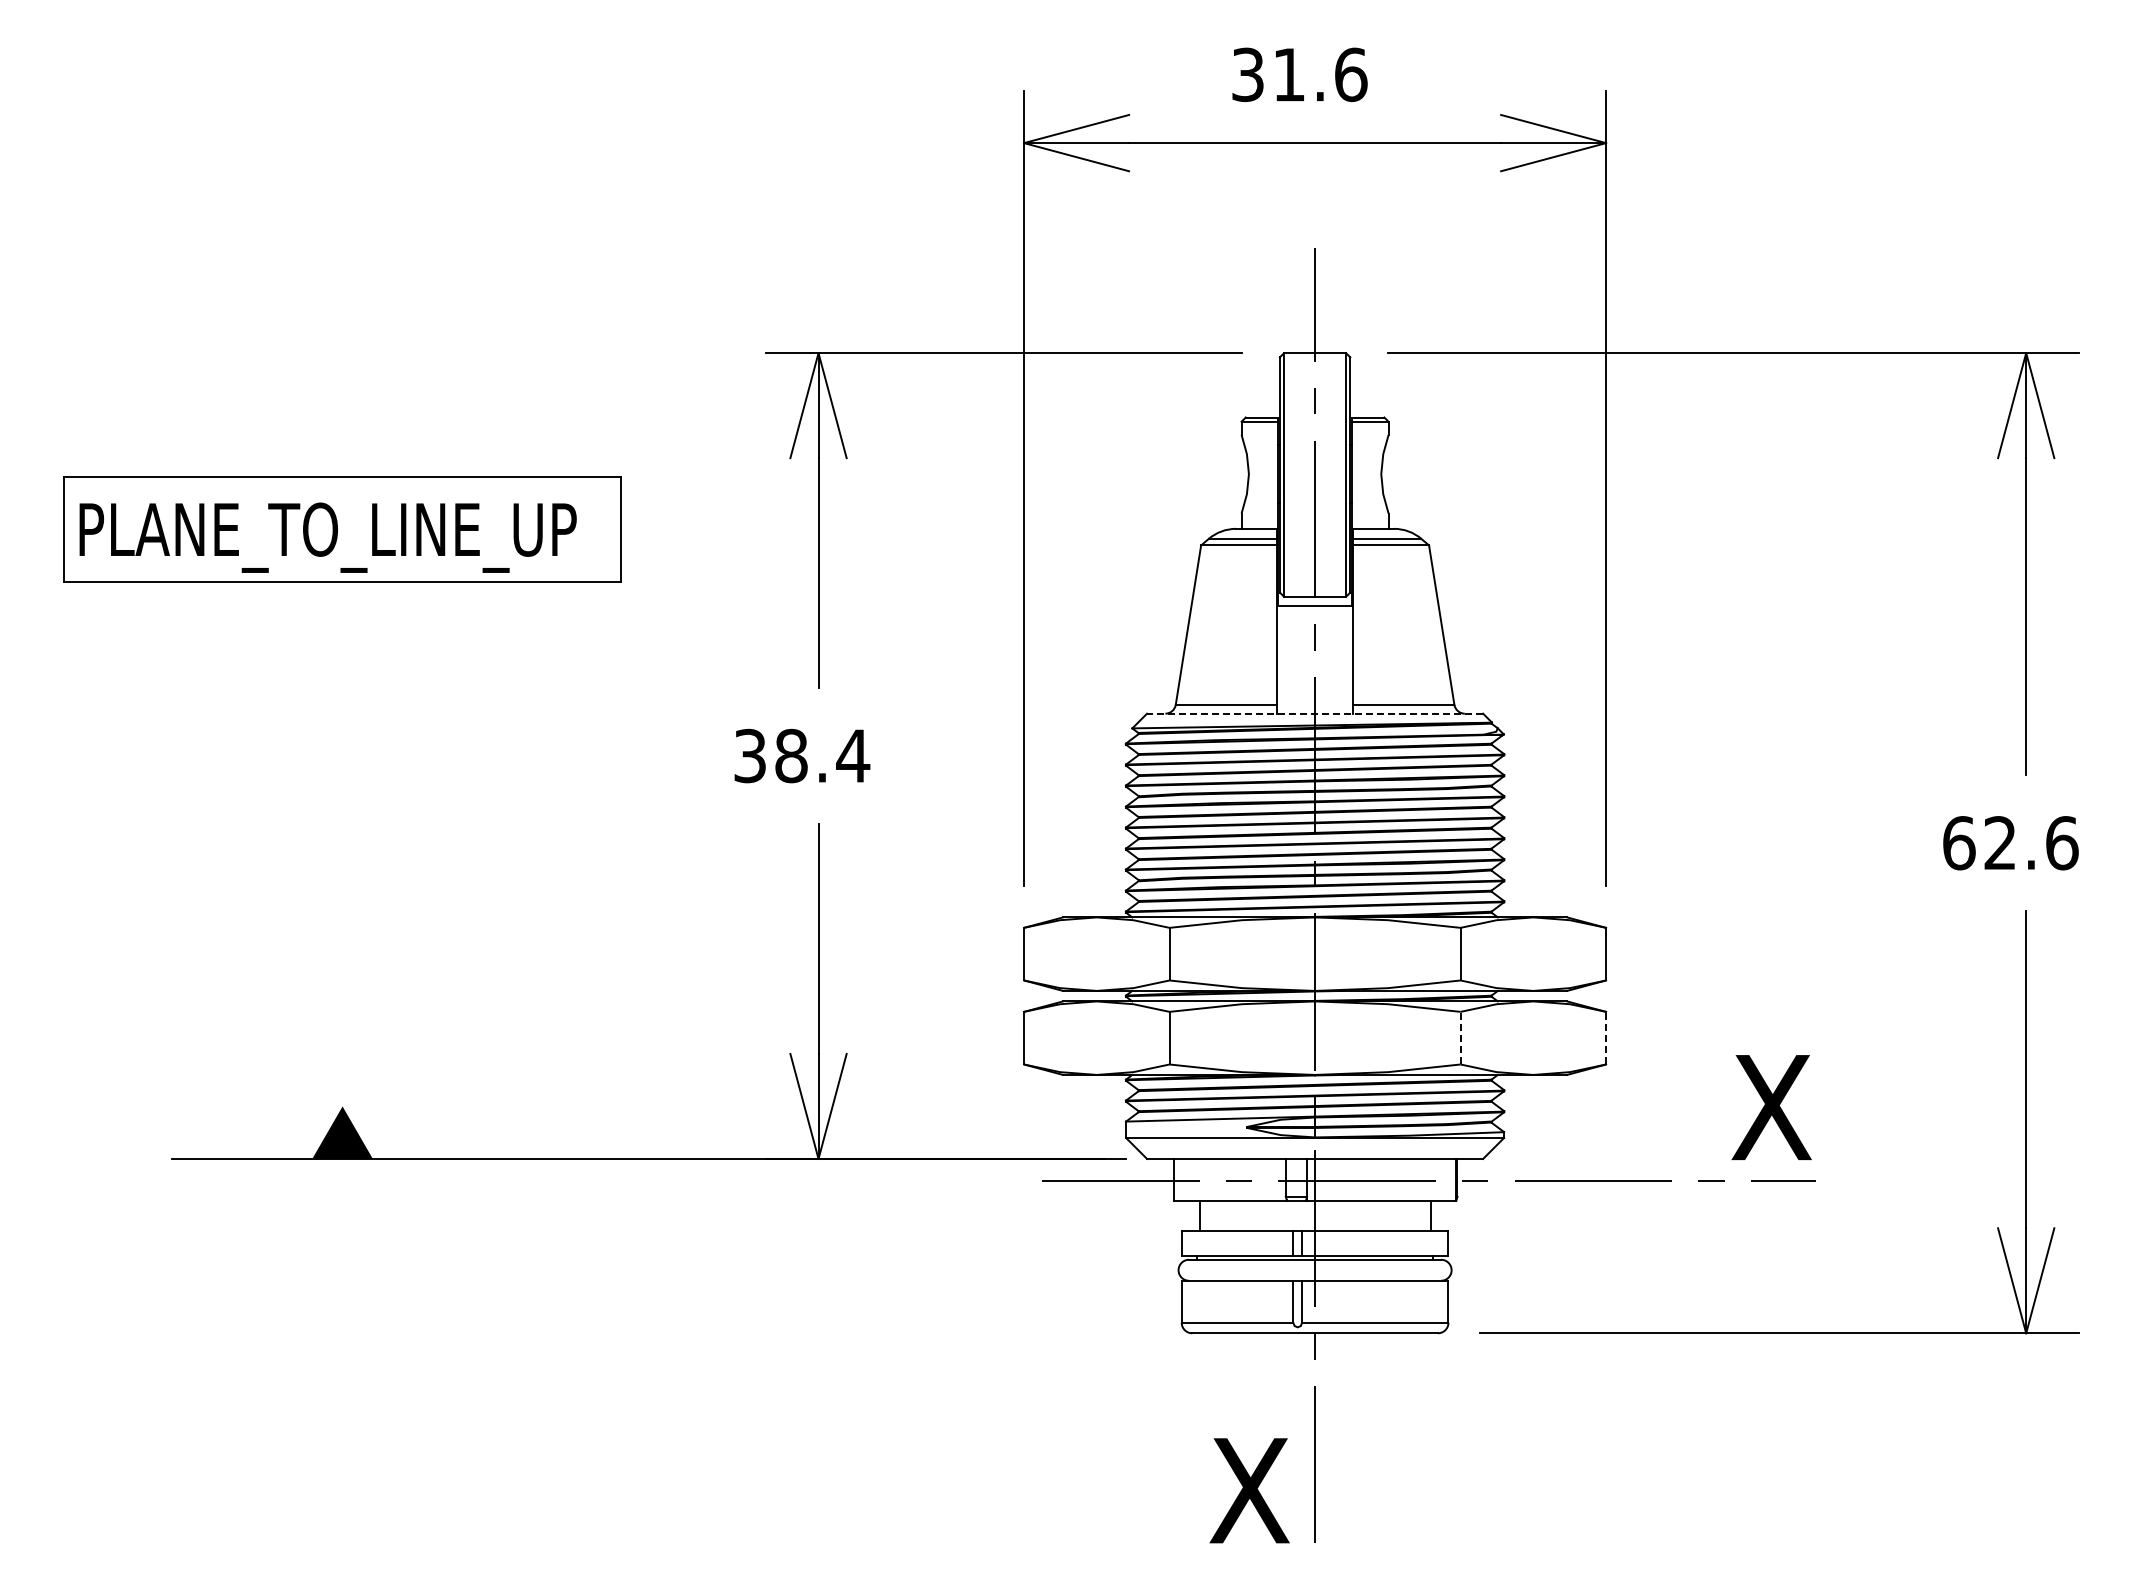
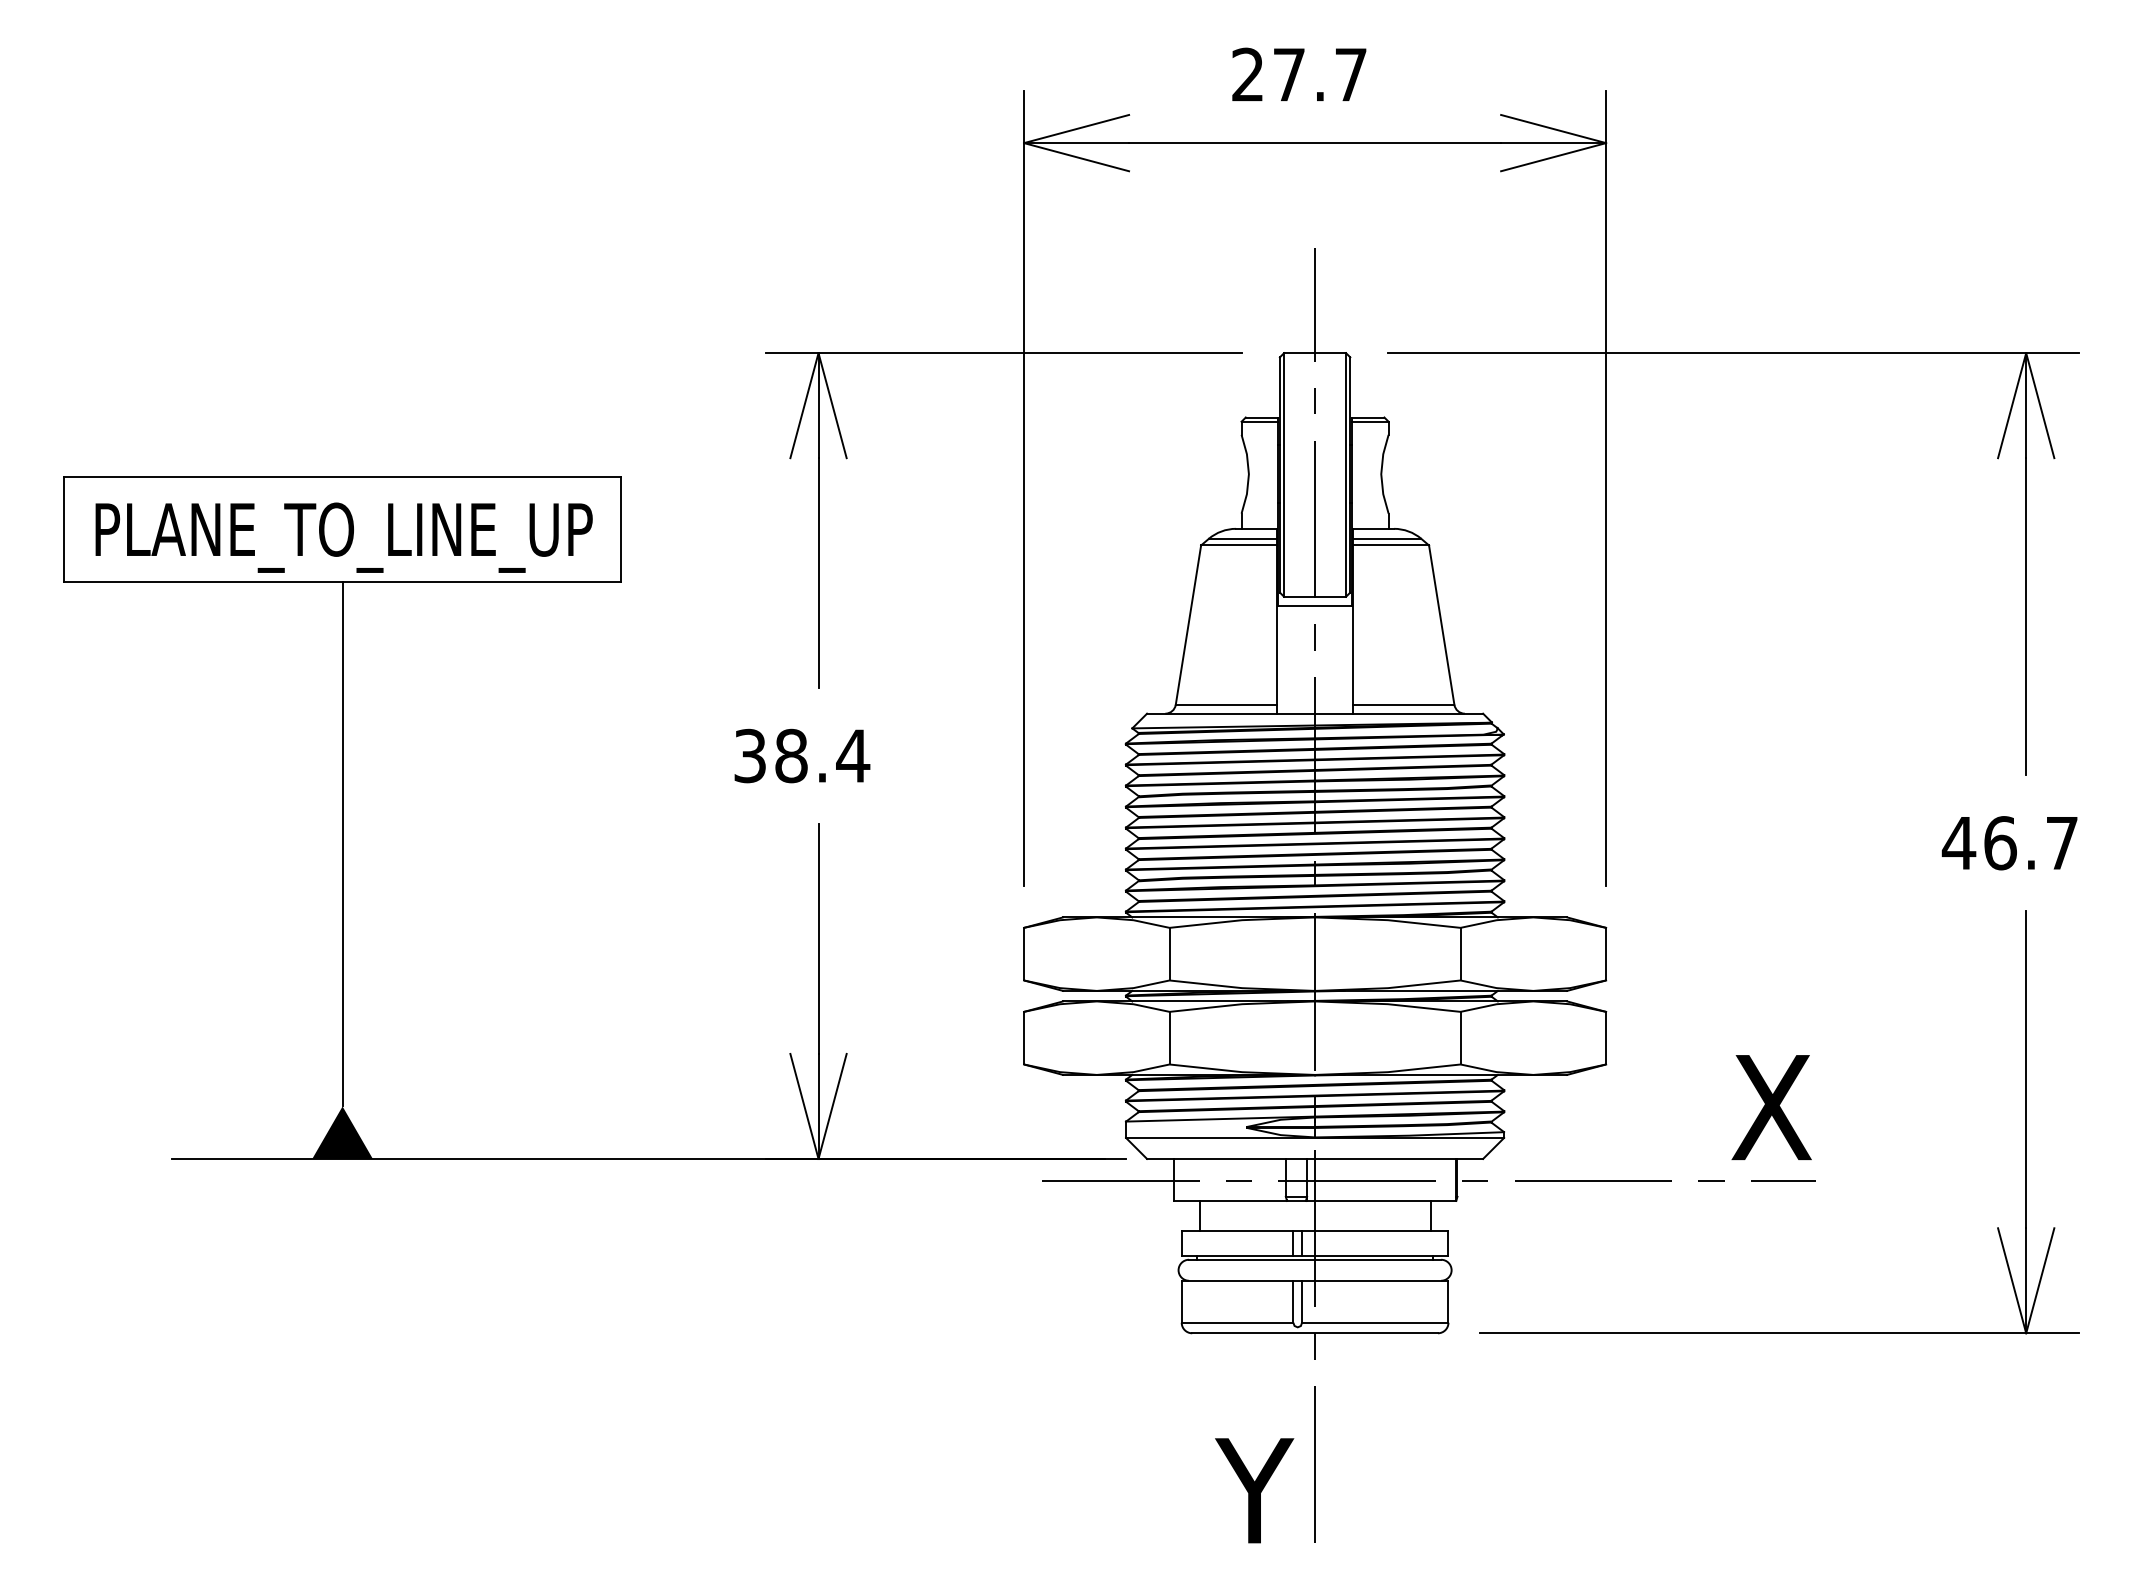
text at (1299, 74): 31.6 -> 27.7
text at (327, 537) position: (327, 537) -> (343, 537)
line at (1314, 713): dashed -> solid
text at (2009, 843): 62.6 -> 46.7
line at (342, 844): none -> present
line at (1460, 1037): dashed -> solid
line at (1606, 1037): dashed -> solid
text at (1251, 1490): X -> Y
